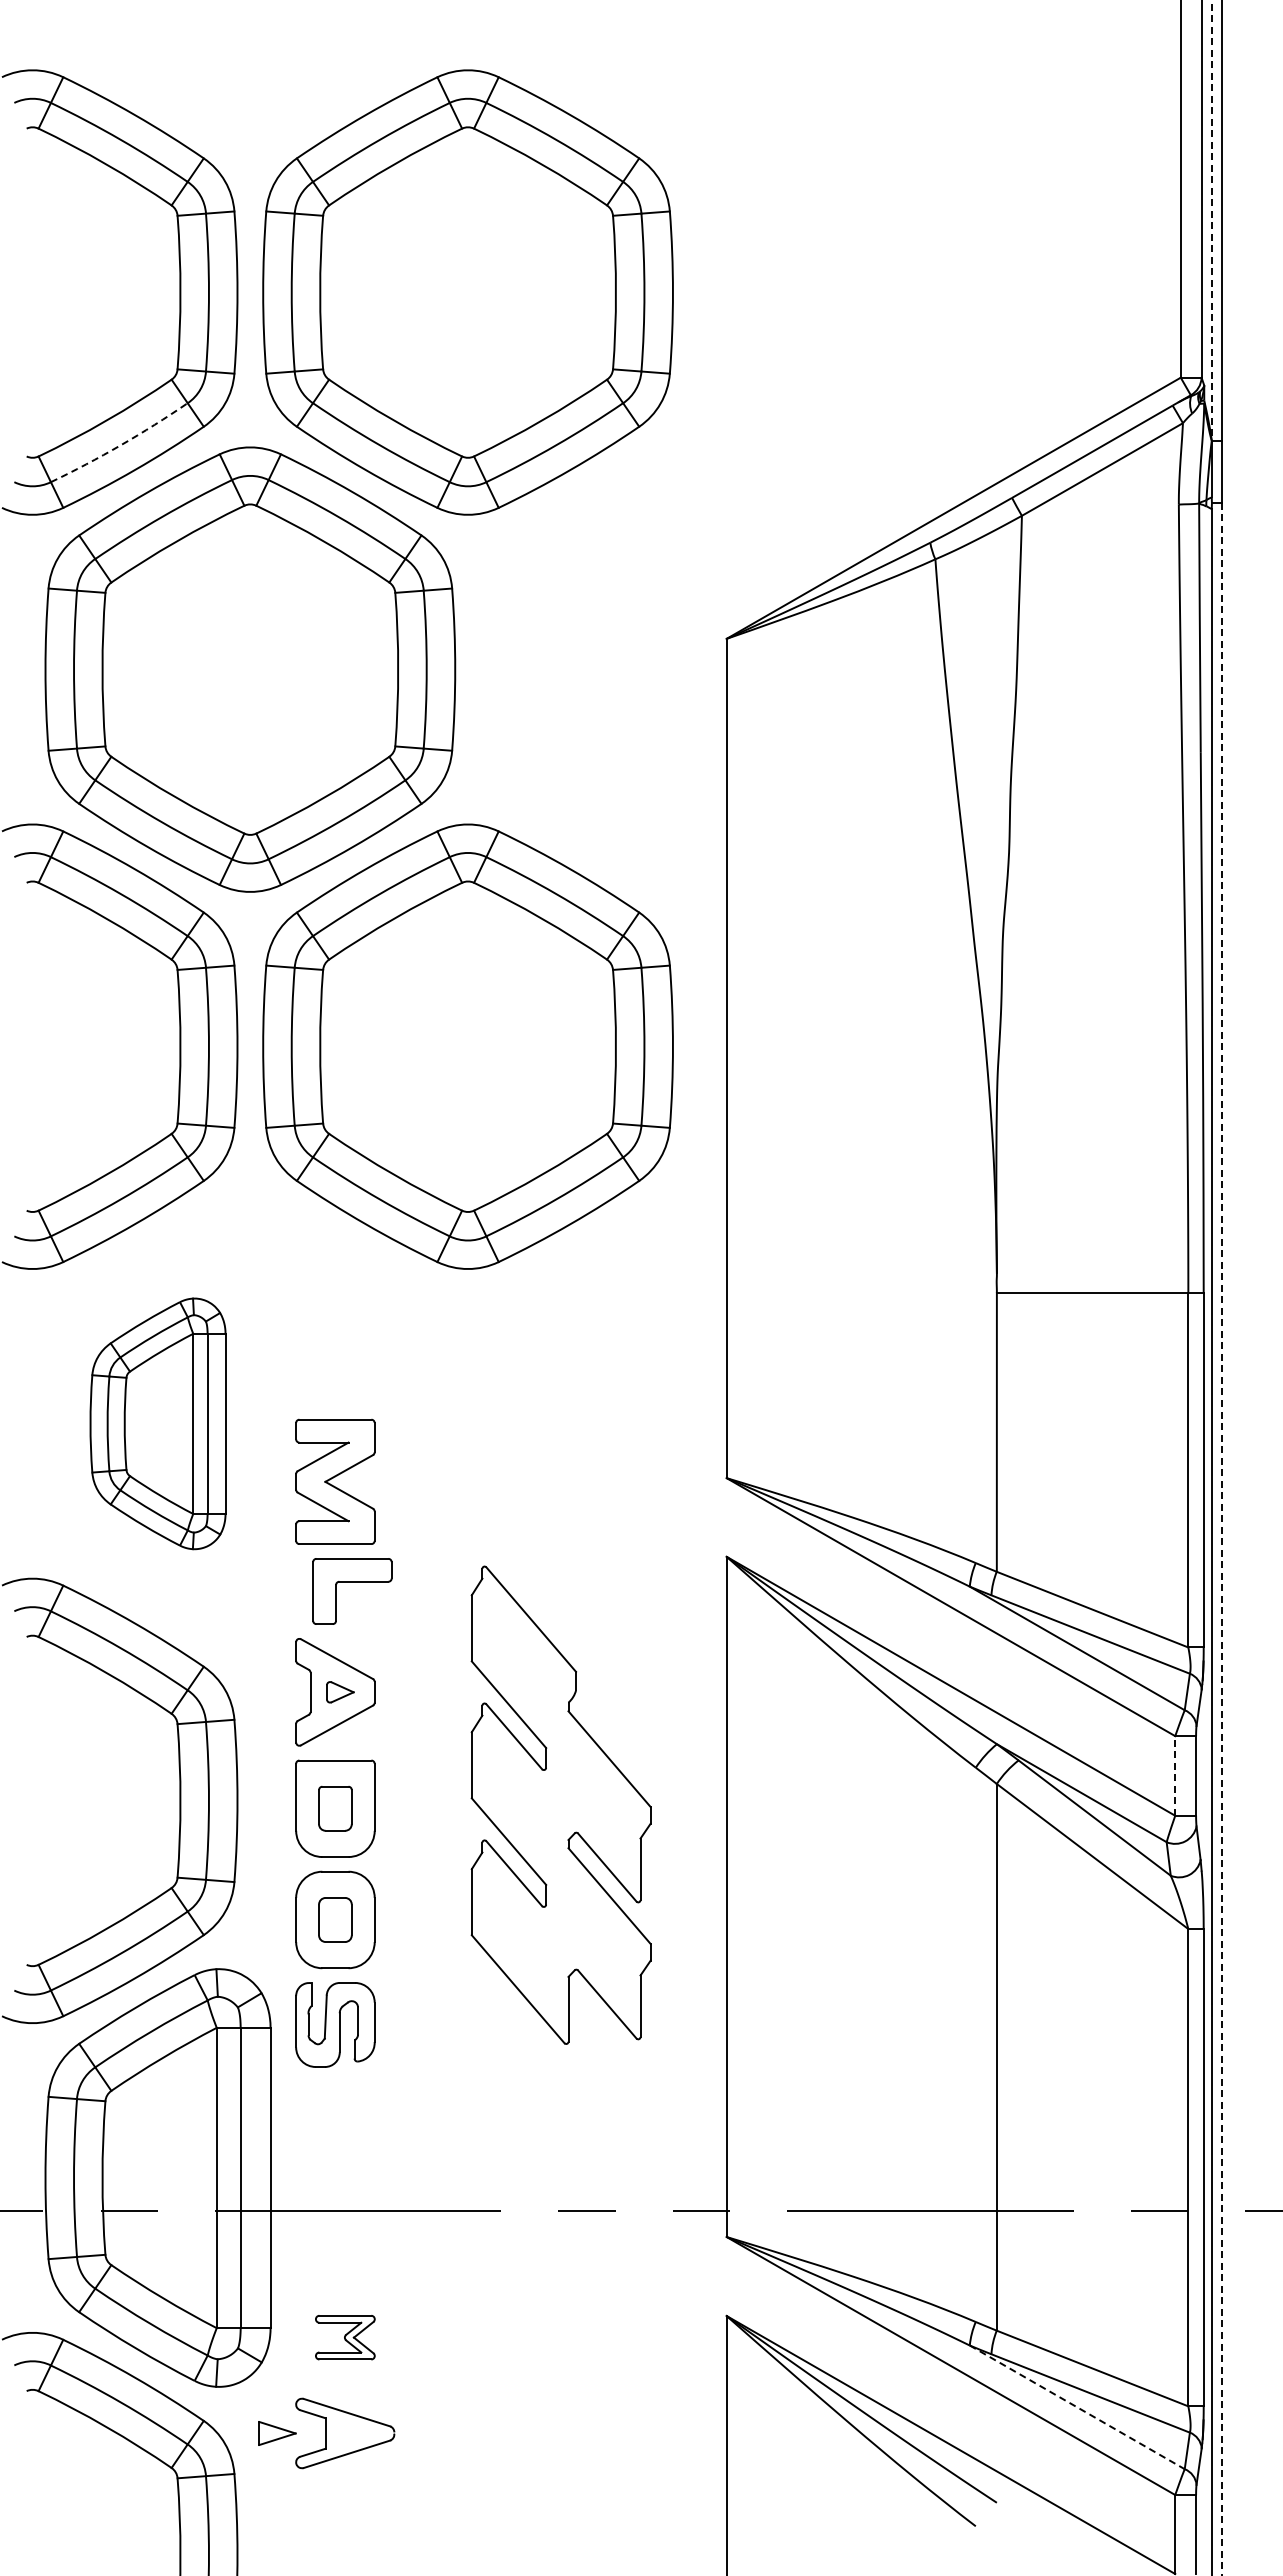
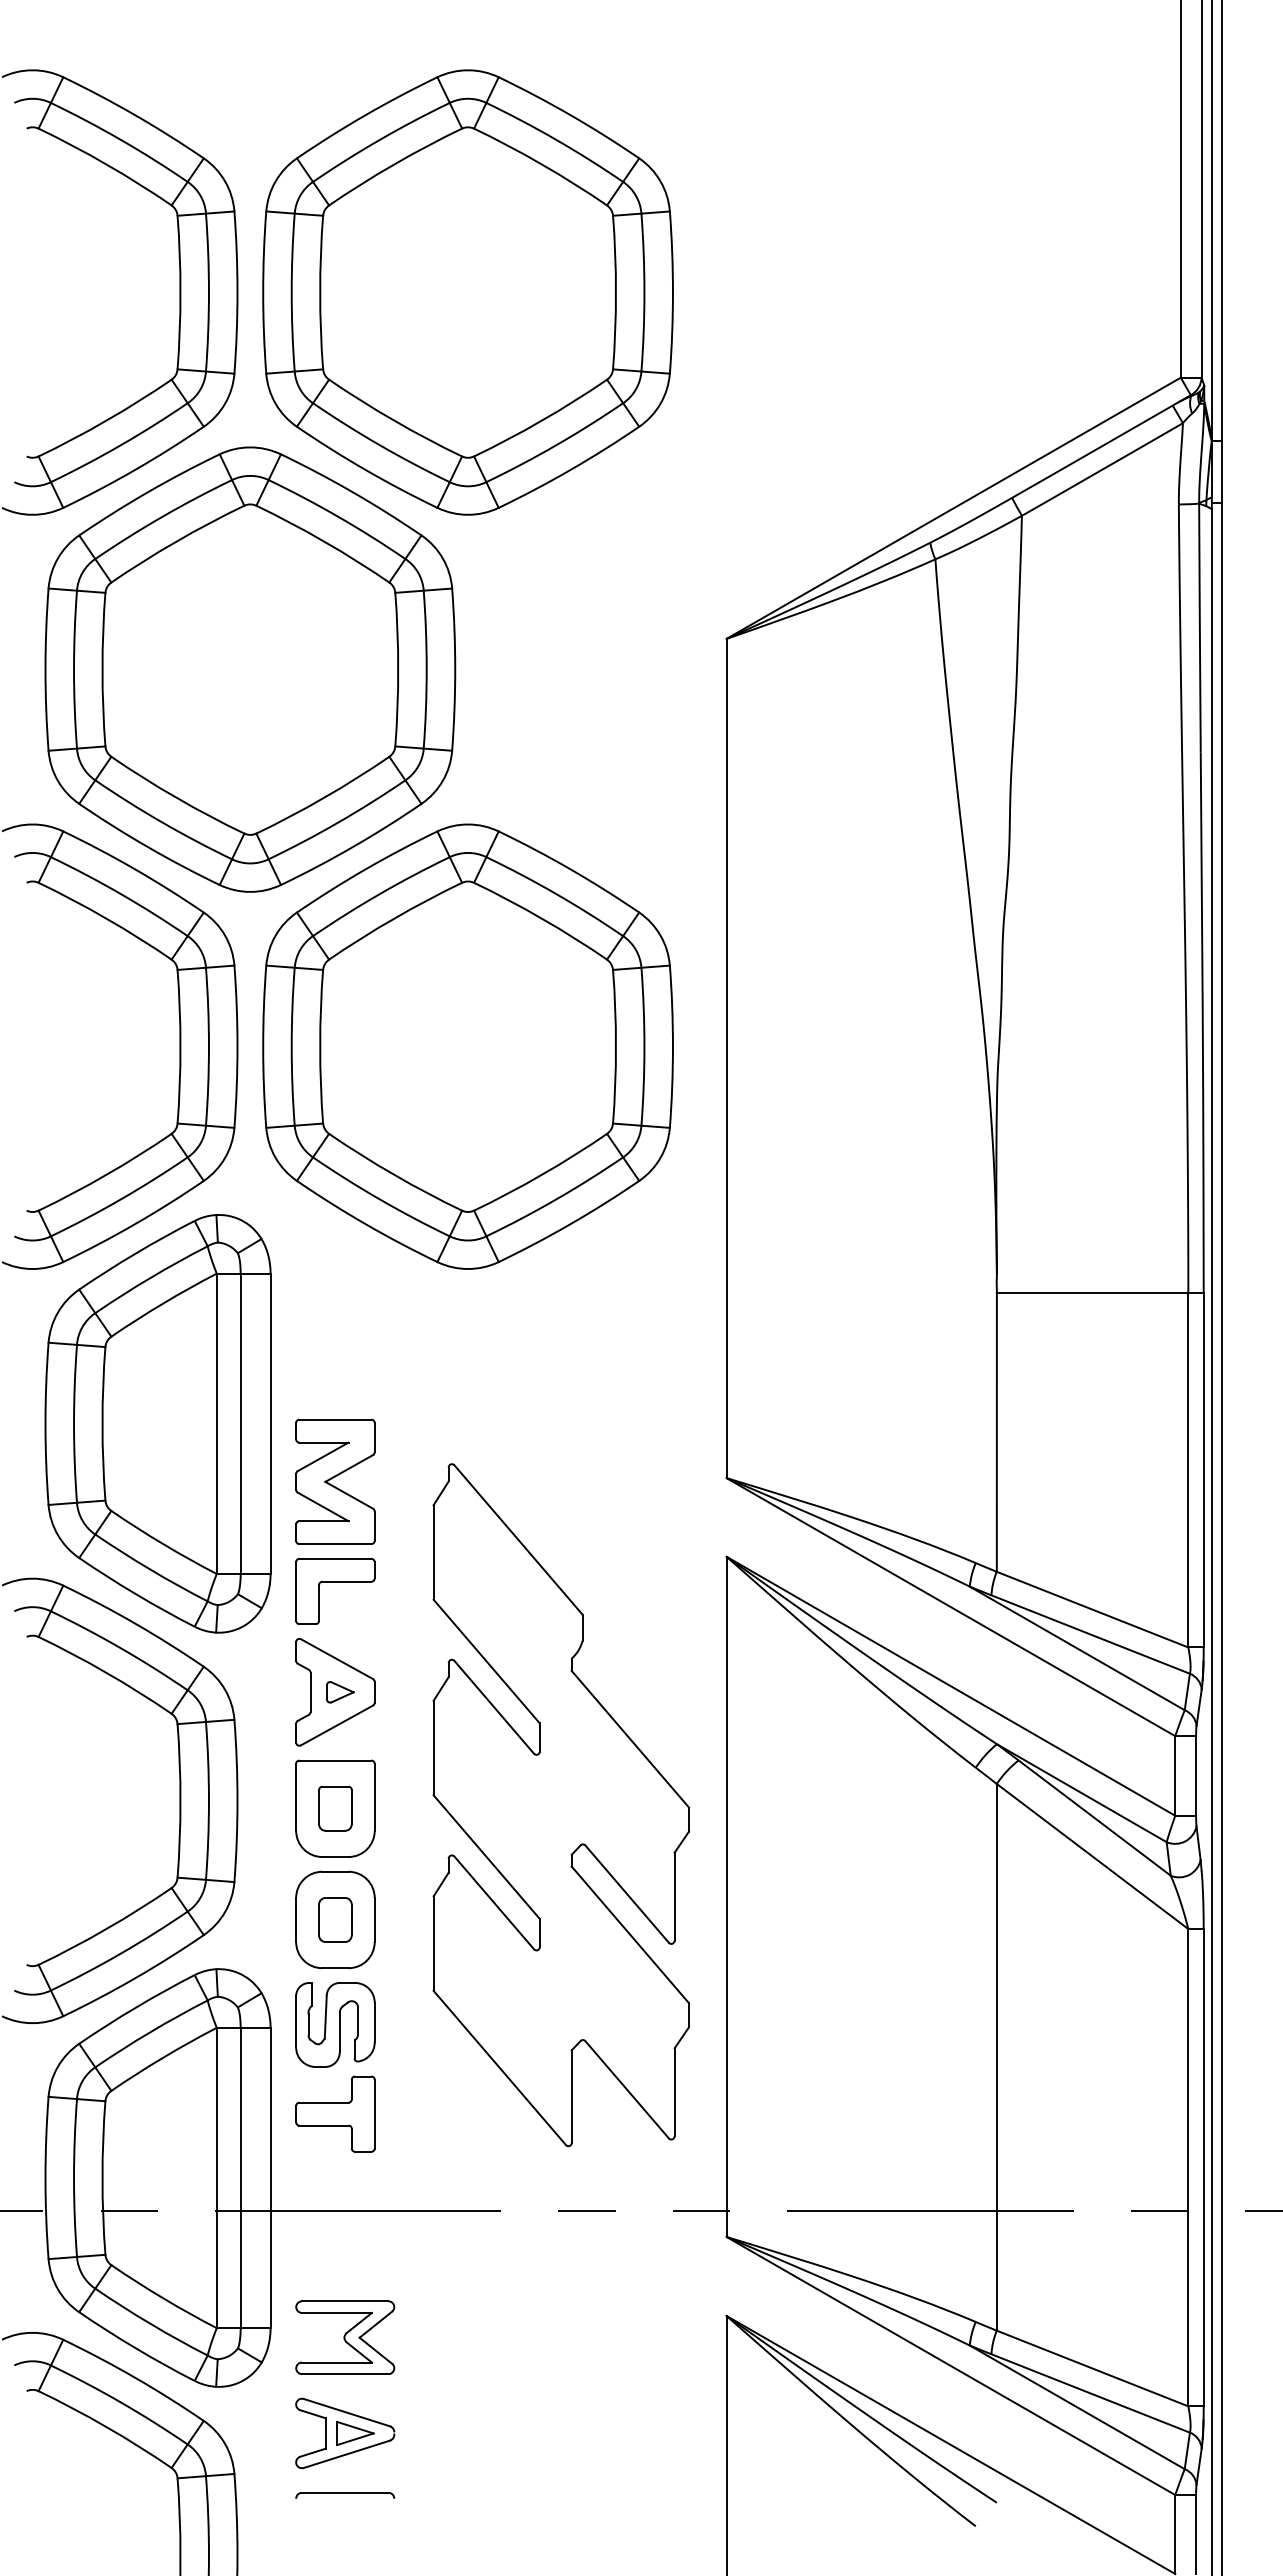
line at (1211, 220): dashed -> solid
arc at (120, 445): dashed -> solid
part at (157, 1423) size: 138x254 px -> 228x420 px
line at (1222, 1539): dashed -> solid
part at (352, 1582) position: (352, 1582) -> (335, 1582)
line at (1175, 1775): dashed -> solid
part at (560, 1804) size: 182x480 px -> 258x685 px
part at (335, 2113): none -> present
part at (345, 2337) size: 61x46 px -> 101x75 px
line at (1077, 2407): dashed -> solid
part at (277, 2433) position: (277, 2433) -> (355, 2433)
part at (345, 2495): none -> present
